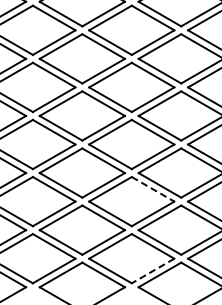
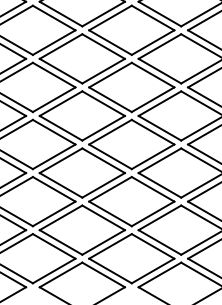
line at (153, 189): dashed -> solid
line at (153, 271): dashed -> solid
